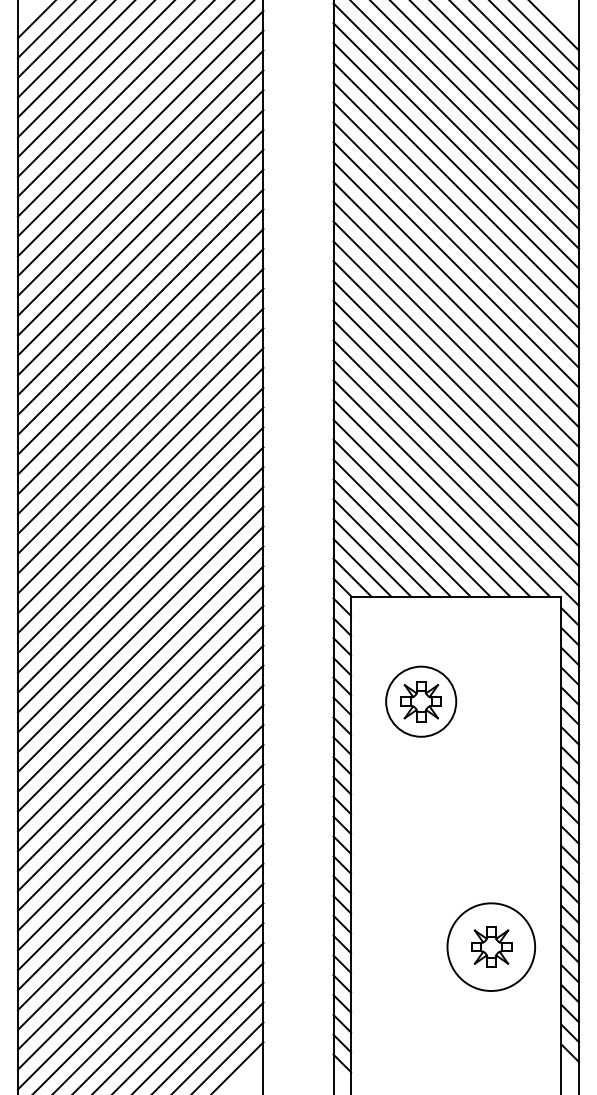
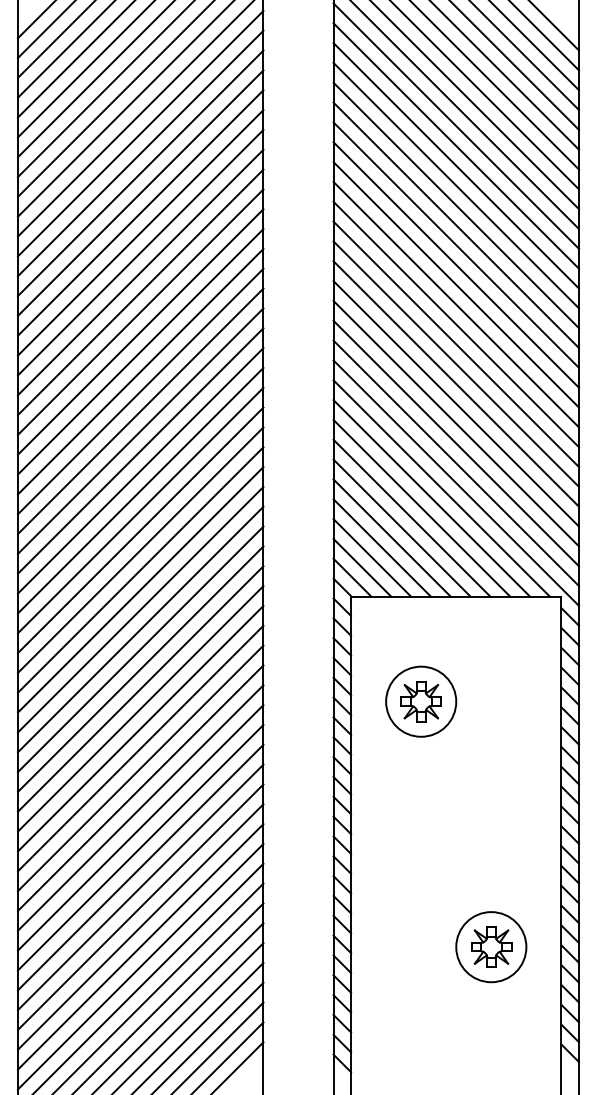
circle at (491, 946) diameter: 88 px -> 70 px
